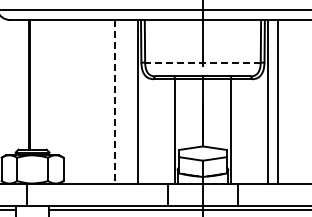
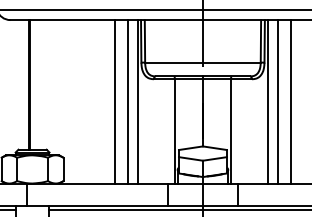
line at (202, 62): dashed -> solid
line at (115, 101): dashed -> solid
line at (127, 101): none -> present
line at (290, 101): none -> present
